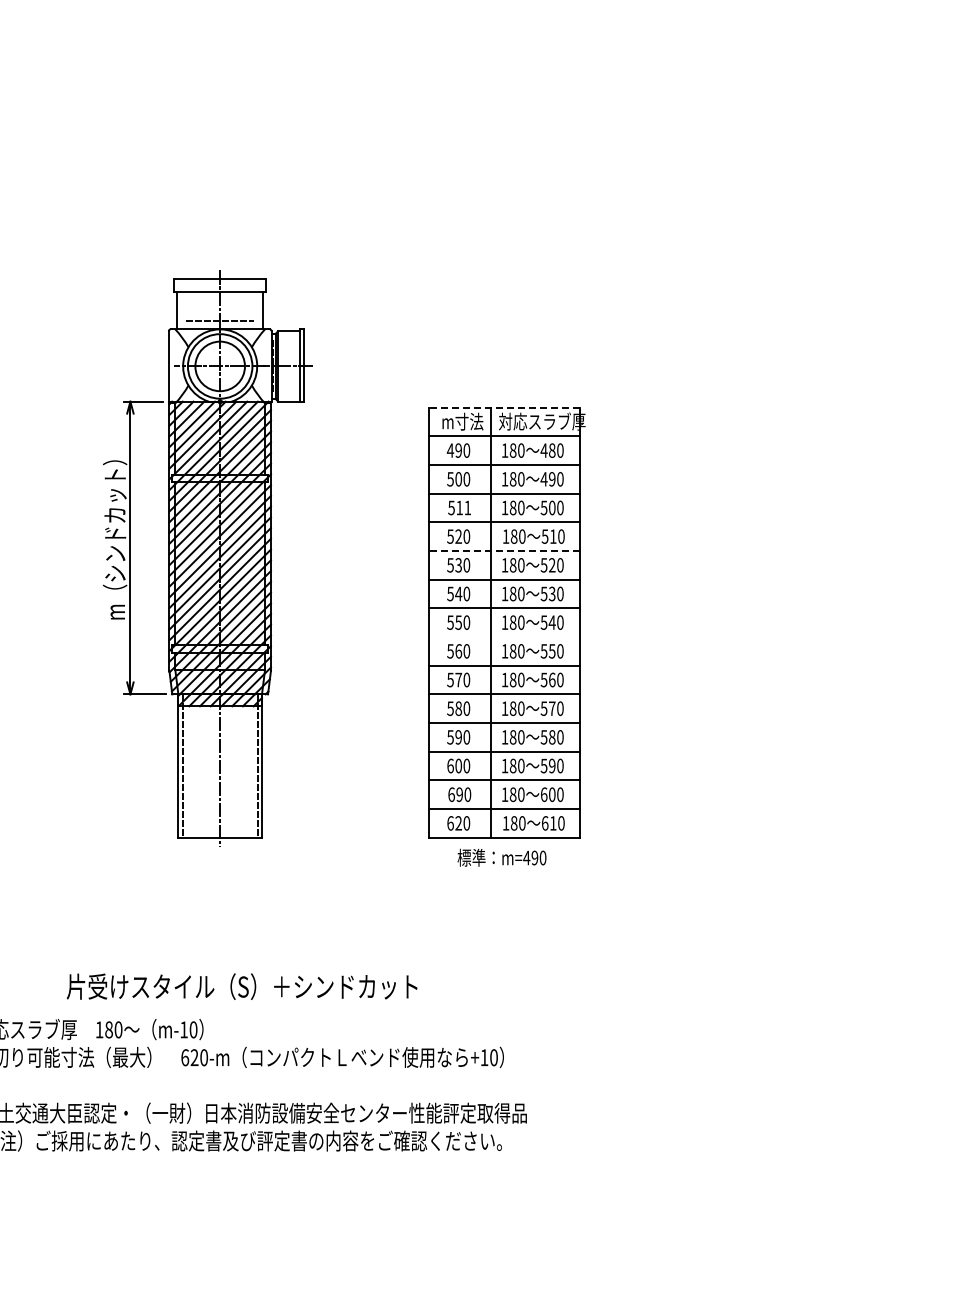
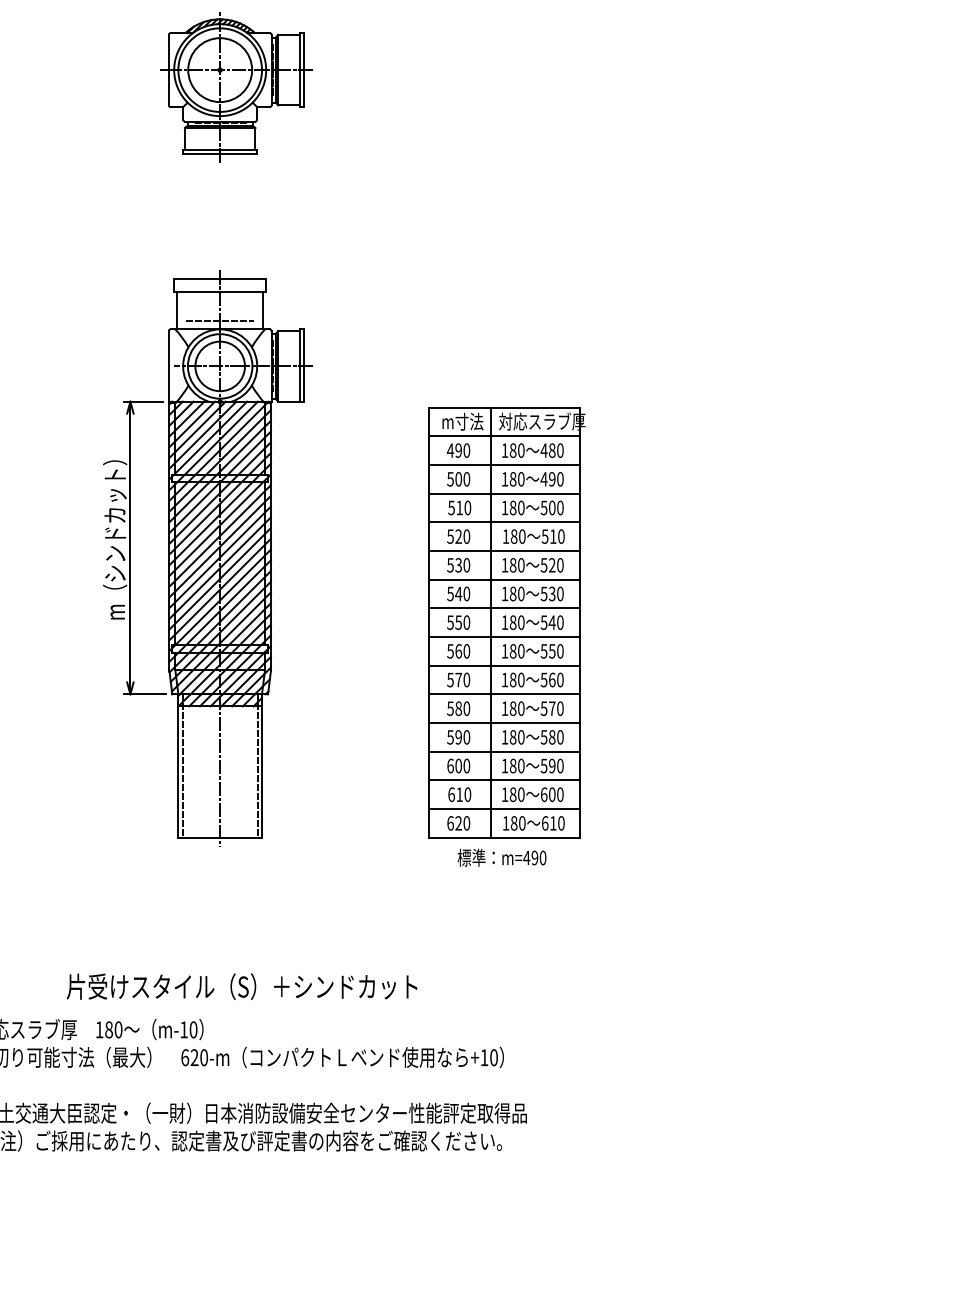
part at (236, 87): none -> present
line at (504, 407): dashed -> solid
text at (467, 507): 511 -> 510
line at (504, 551): dashed -> solid
line at (504, 637): none -> present
text at (459, 794): 690 -> 610
